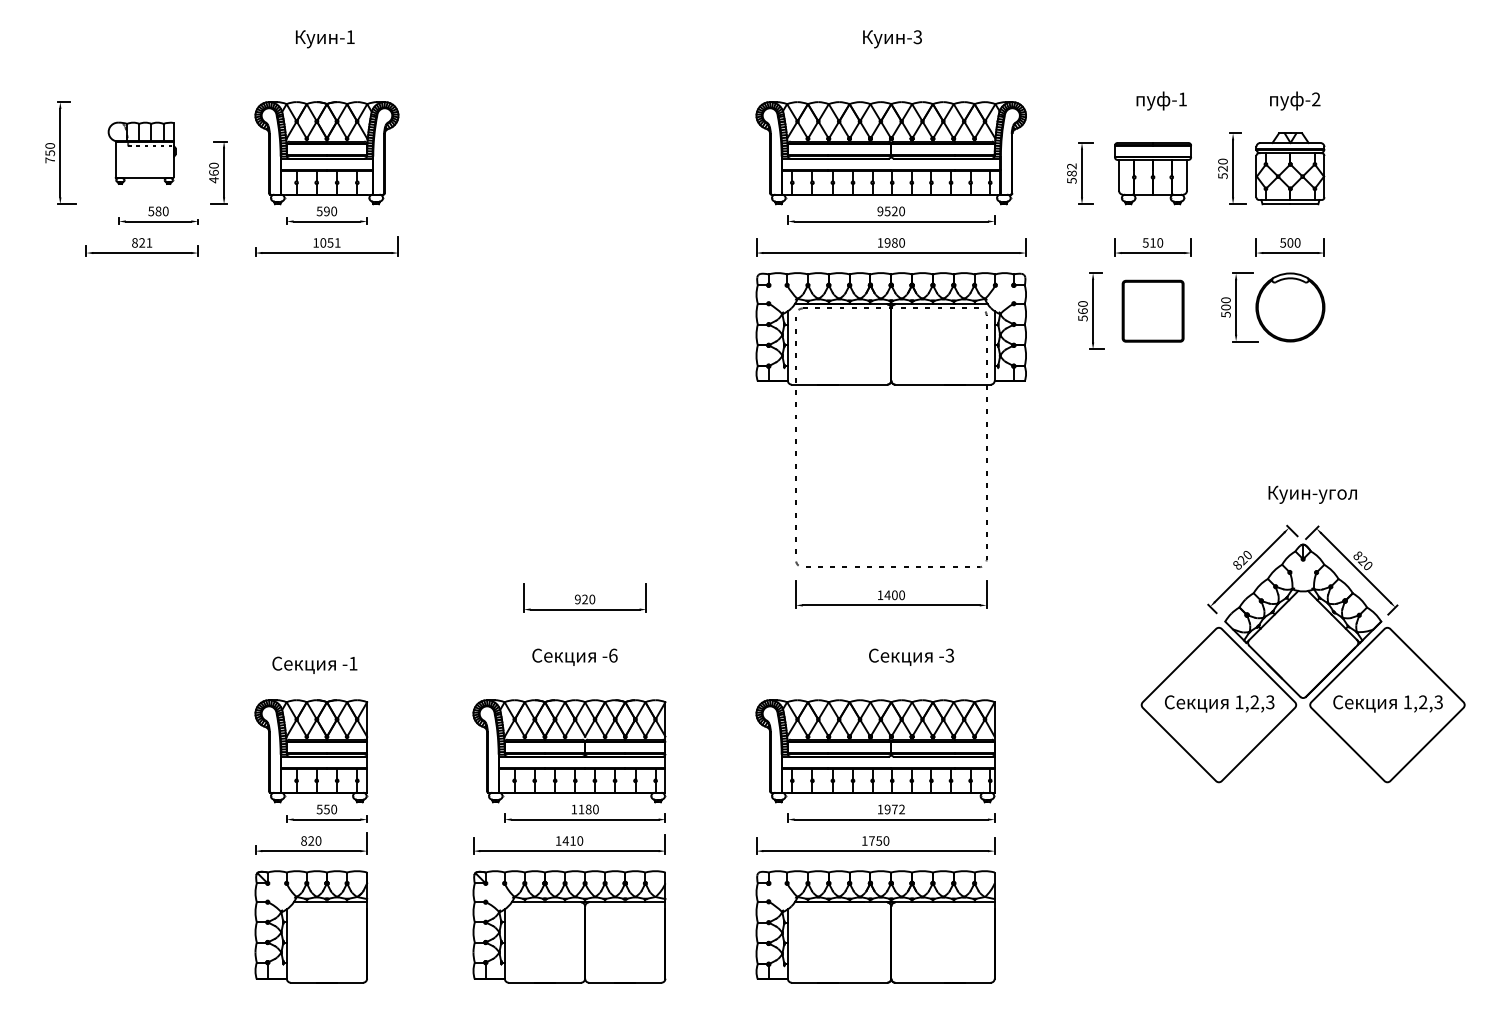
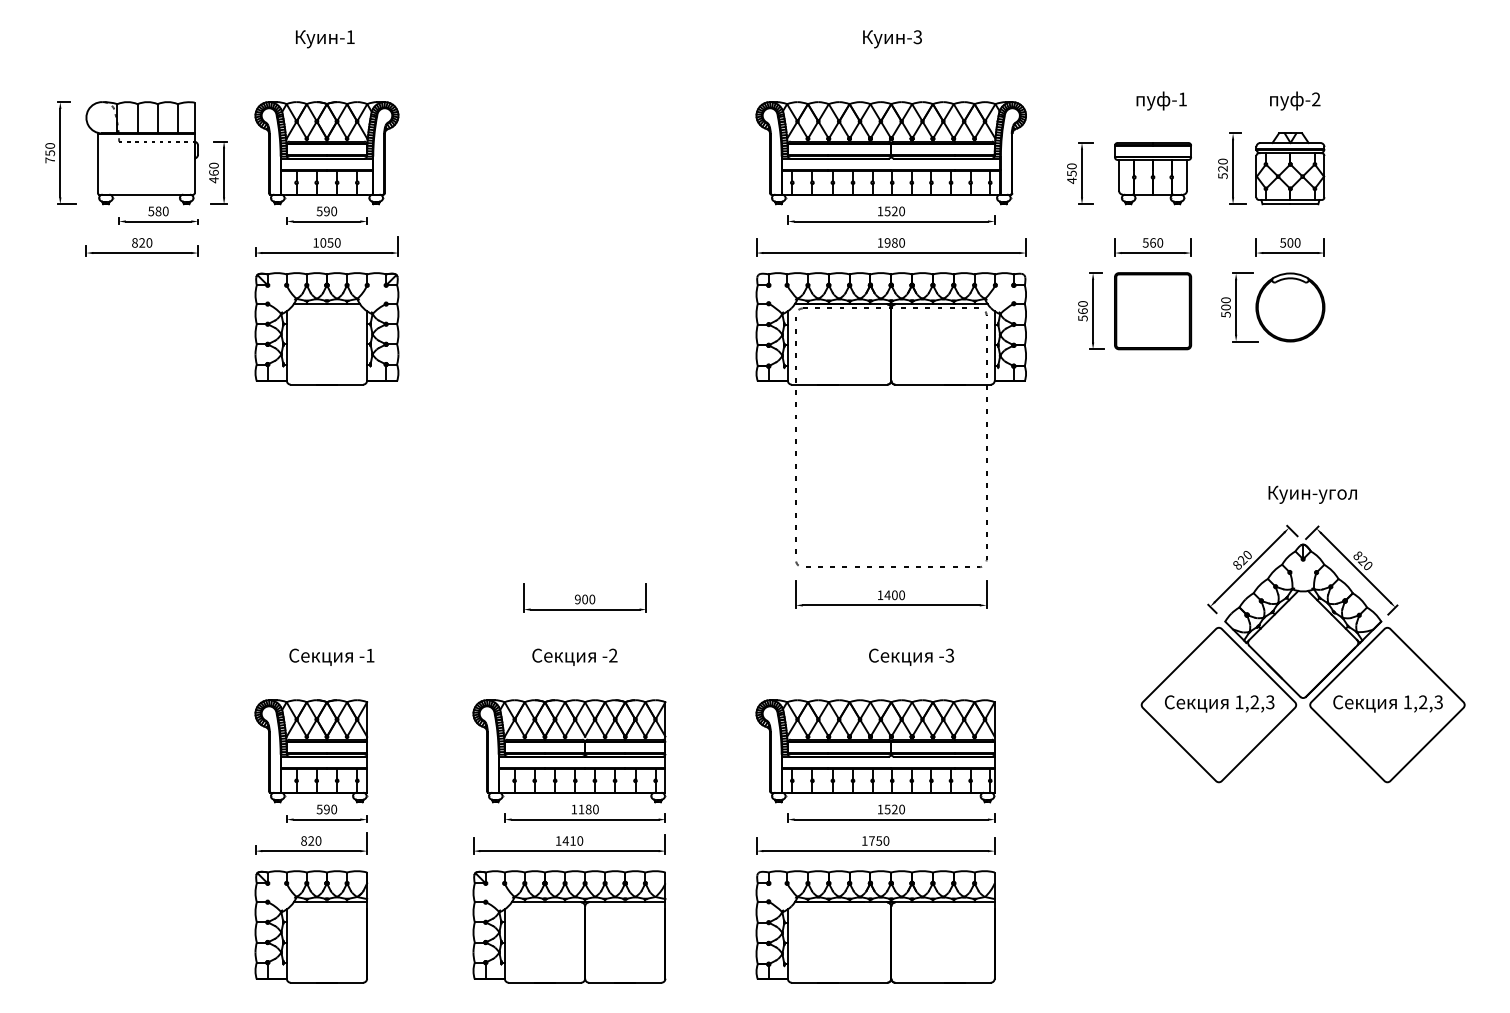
part at (141, 152) size: 70x64 px -> 114x105 px
text at (1071, 173): 582 -> 450
text at (880, 211): 9520 -> 1520
text at (149, 242): 821 -> 820
text at (337, 242): 1051 -> 1050
text at (1152, 242): 510 -> 560
part at (1152, 310) size: 64x64 px -> 79x79 px
part at (326, 328): none -> present
text at (585, 599): 920 -> 900
text at (613, 655): -6 -> -2
text at (314, 664) position: (314, 664) -> (331, 656)
text at (326, 809): 550 -> 590
text at (894, 809): 1972 -> 1520
